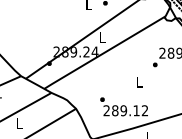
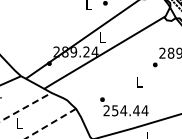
line at (26, 106): solid -> dashed
text at (130, 110): 289.12 -> 254.44
line at (50, 123): solid -> dashed
